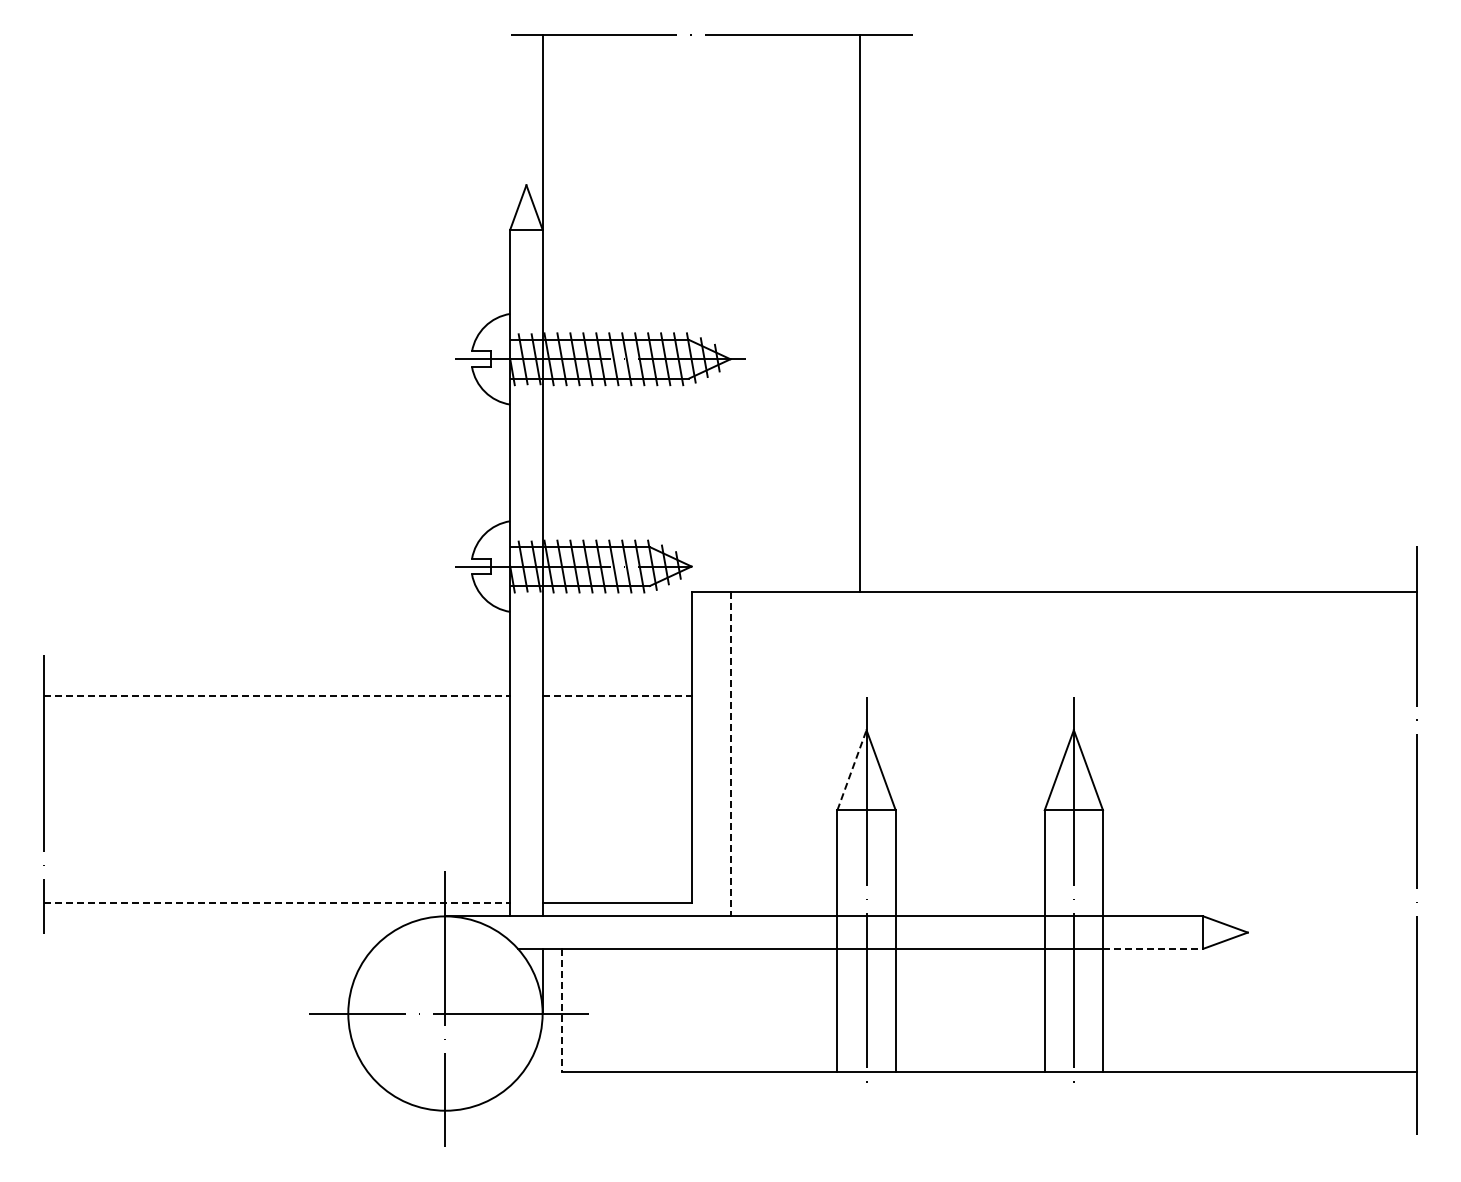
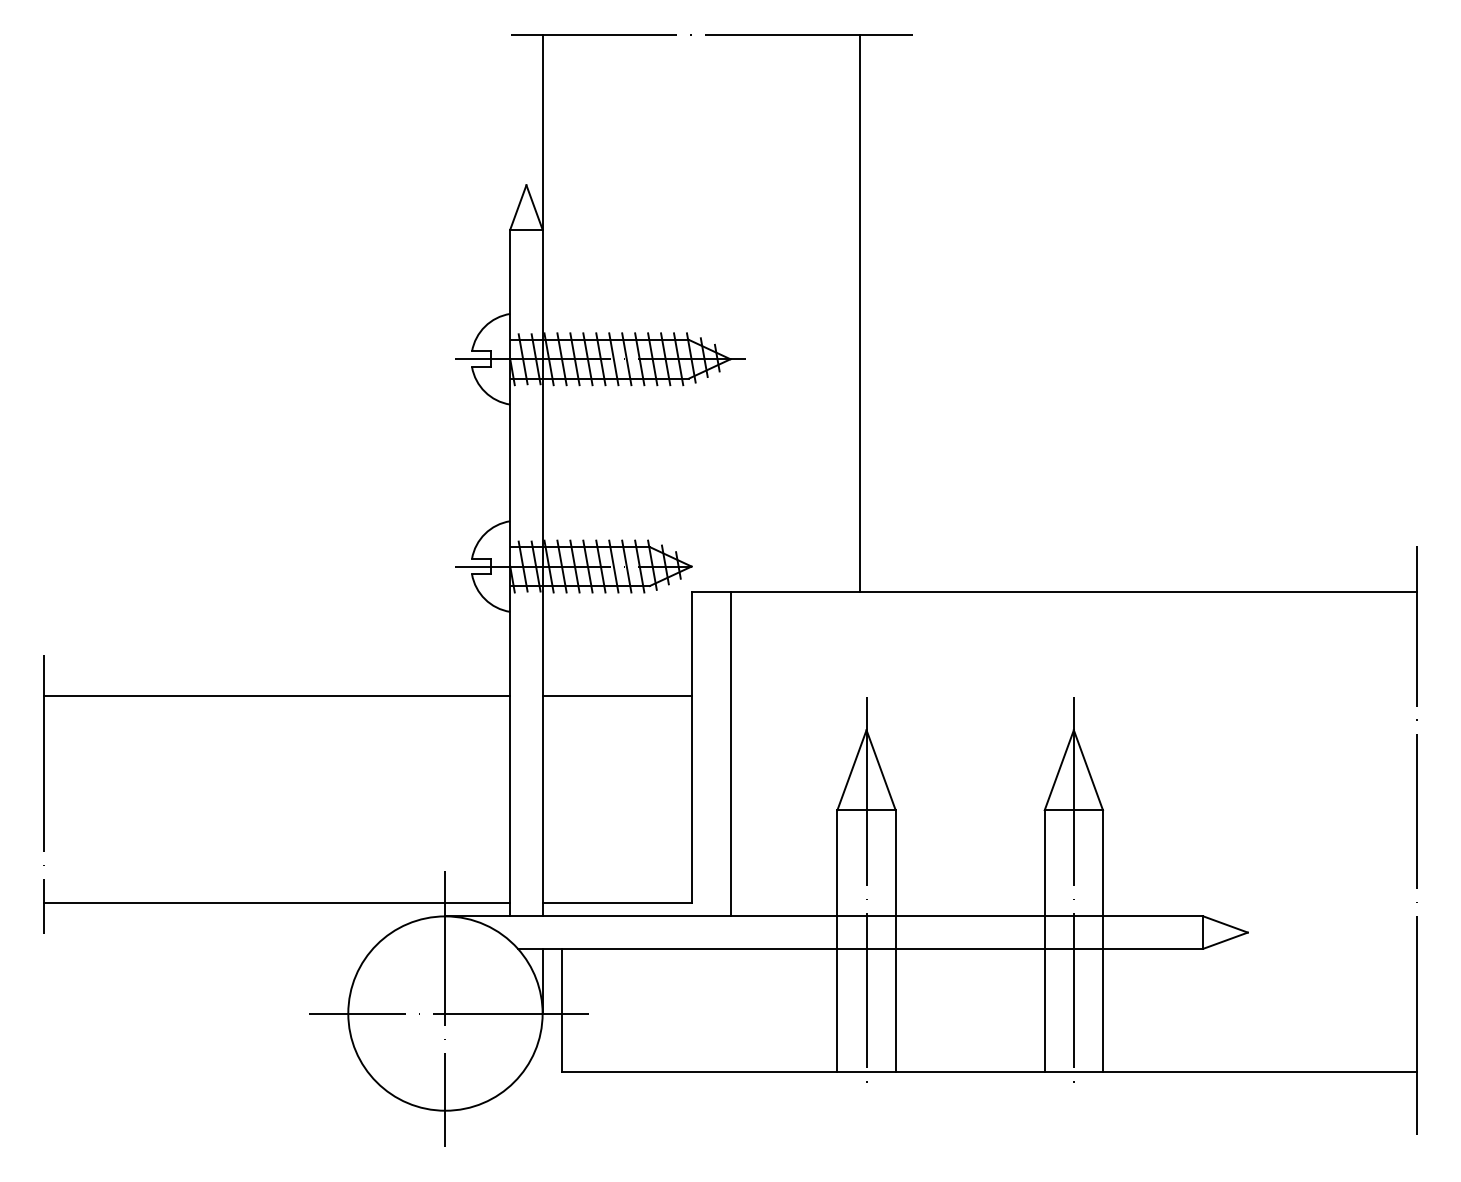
line at (277, 696): dashed -> solid
line at (617, 696): dashed -> solid
line at (730, 754): dashed -> solid
line at (851, 770): dashed -> solid
line at (277, 903): dashed -> solid
line at (1153, 948): dashed -> solid
line at (562, 1010): dashed -> solid
